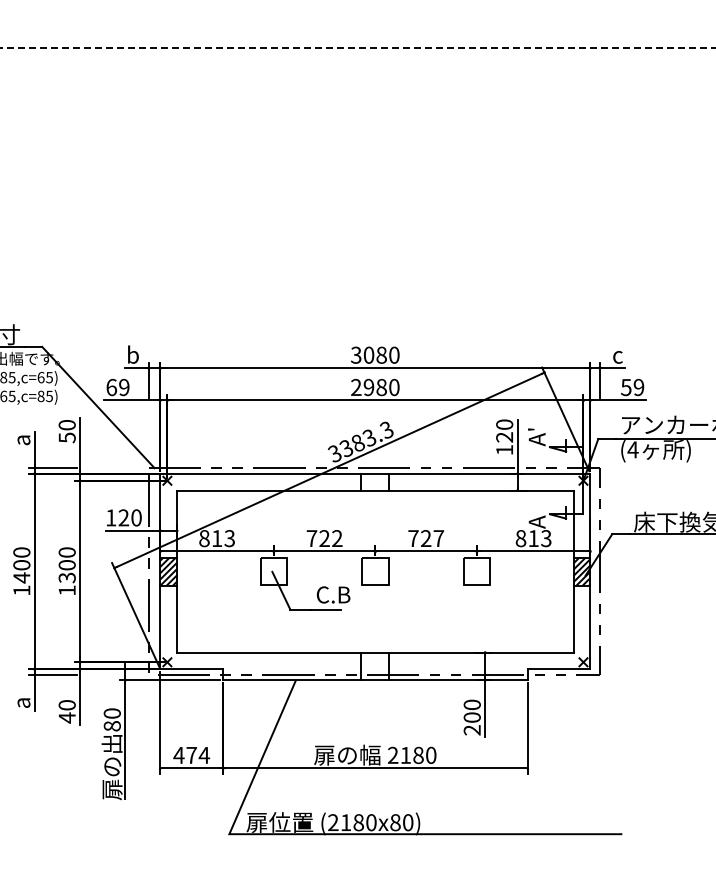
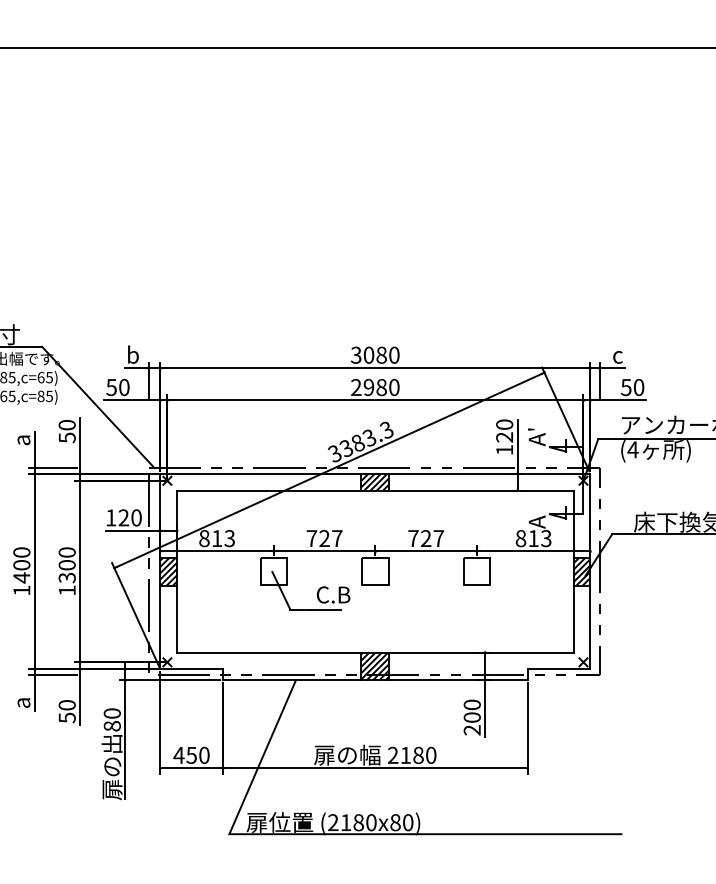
line at (358, 48): dashed -> solid
text at (117, 387): 69 -> 50
text at (638, 387): 59 -> 50
hatch at (375, 481): none -> present
text at (337, 538): 722 -> 727
hatch at (375, 666): none -> present
text at (66, 717): 40 -> 50
text at (198, 755): 474 -> 450
